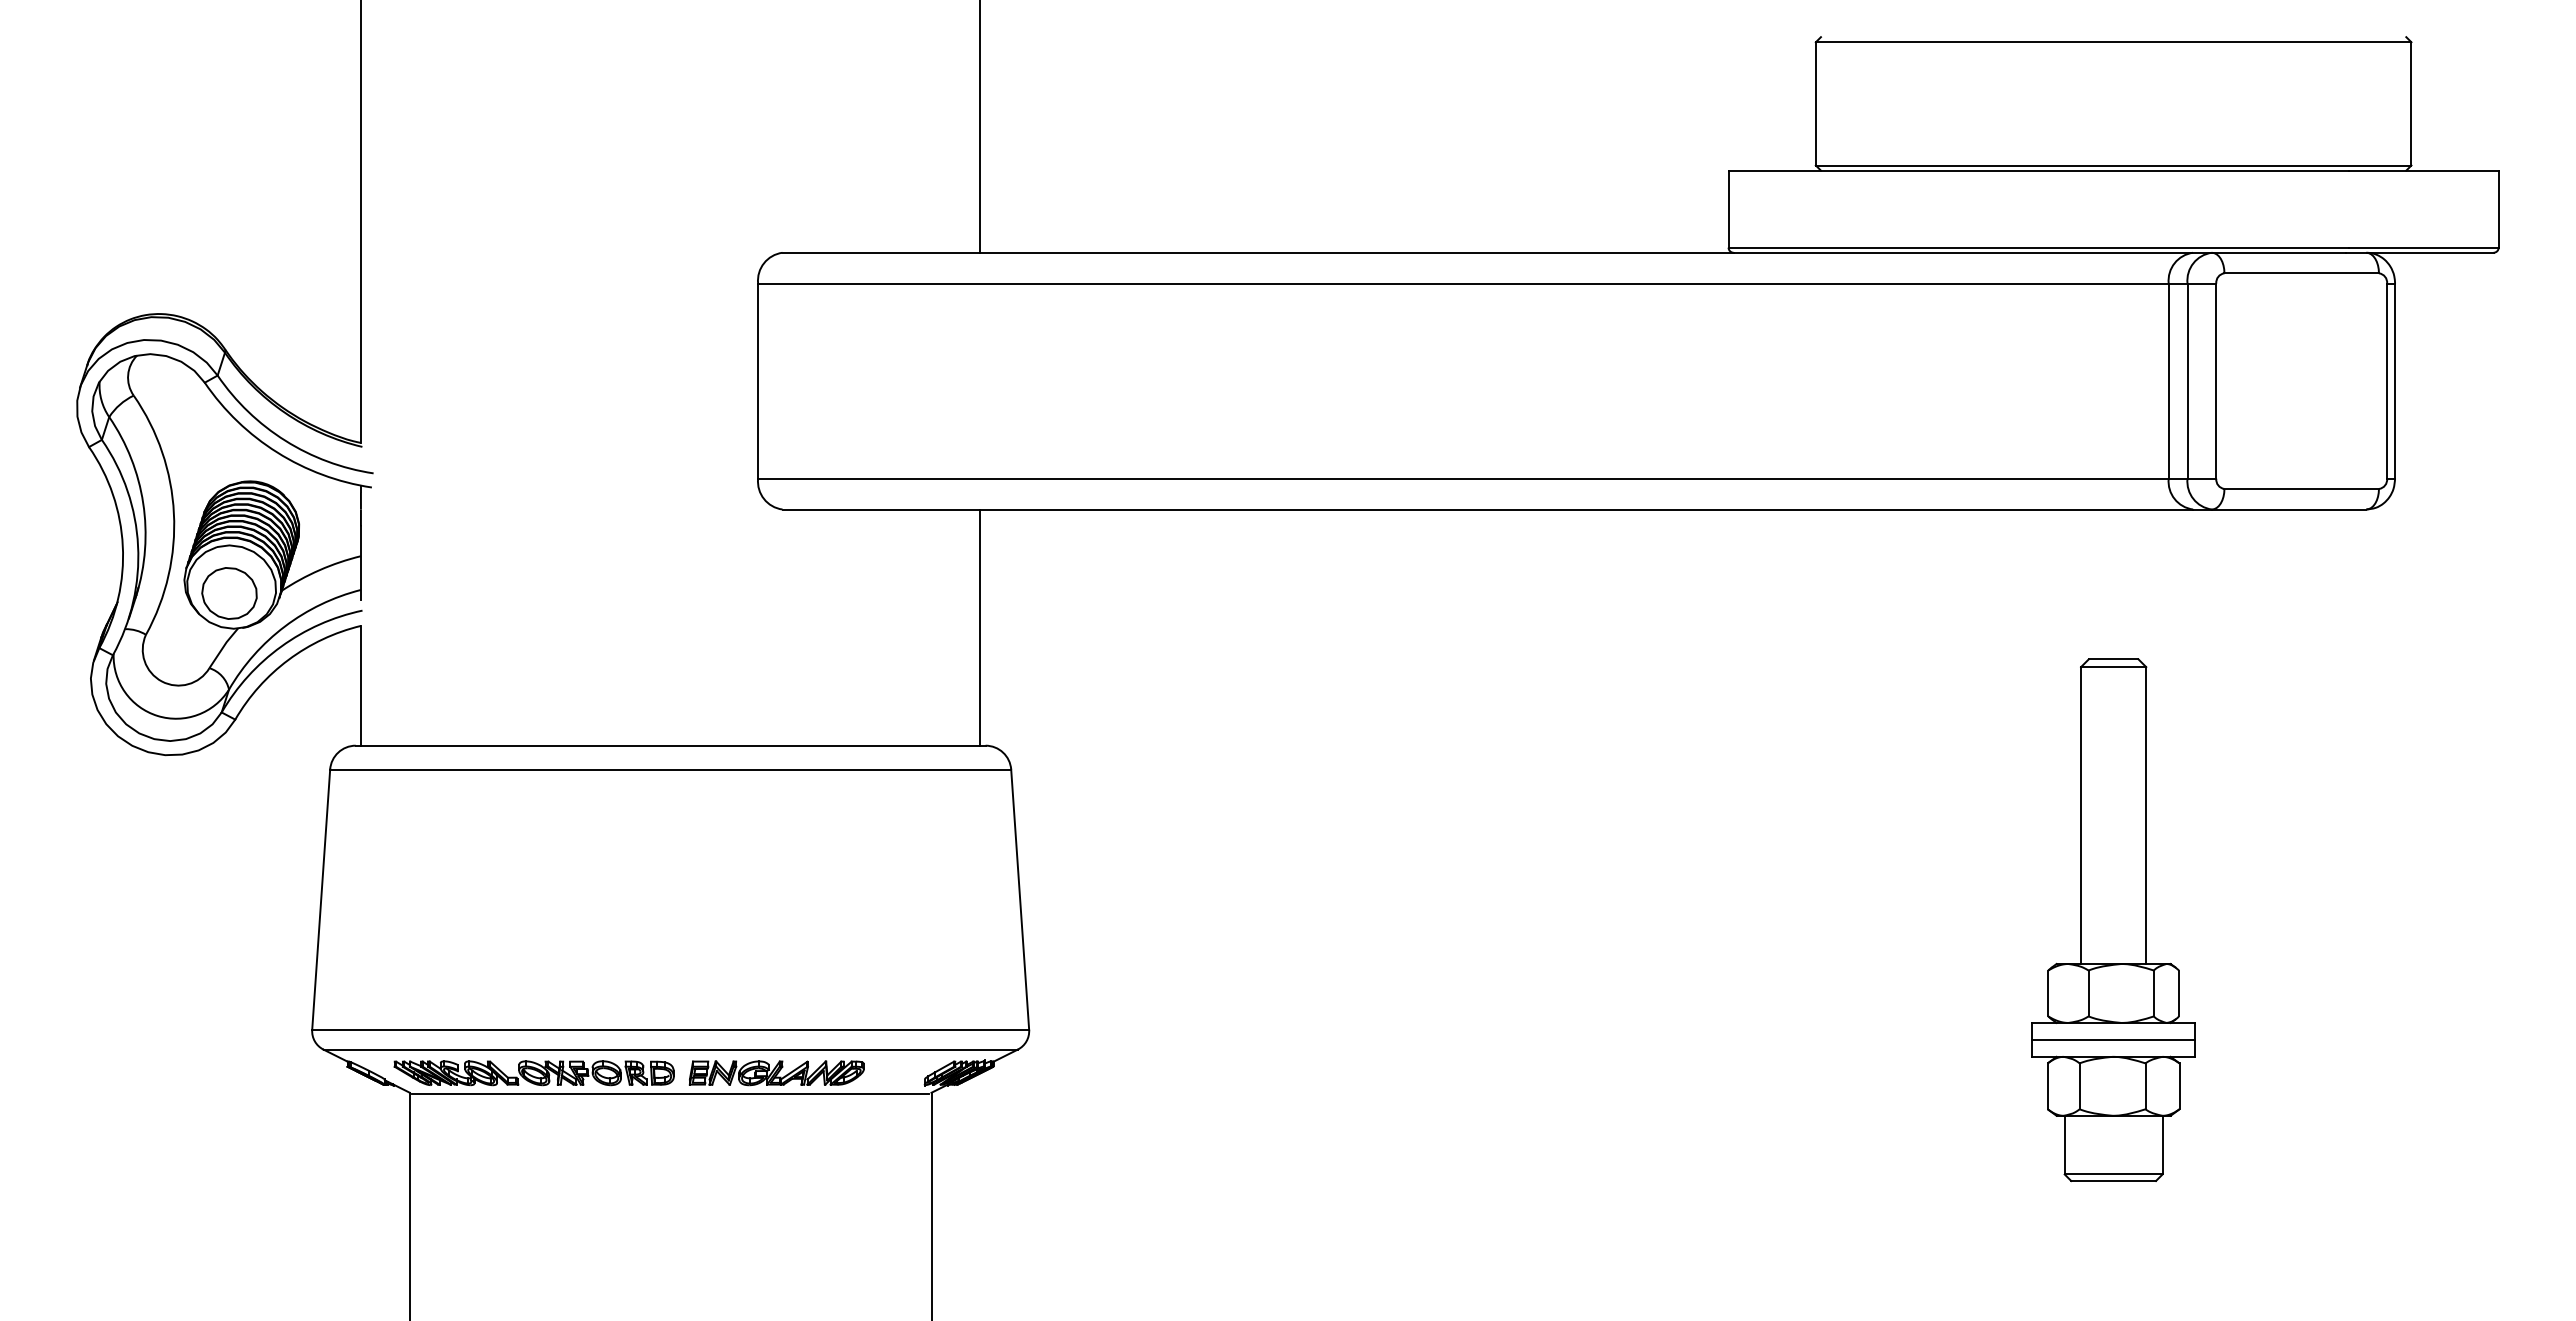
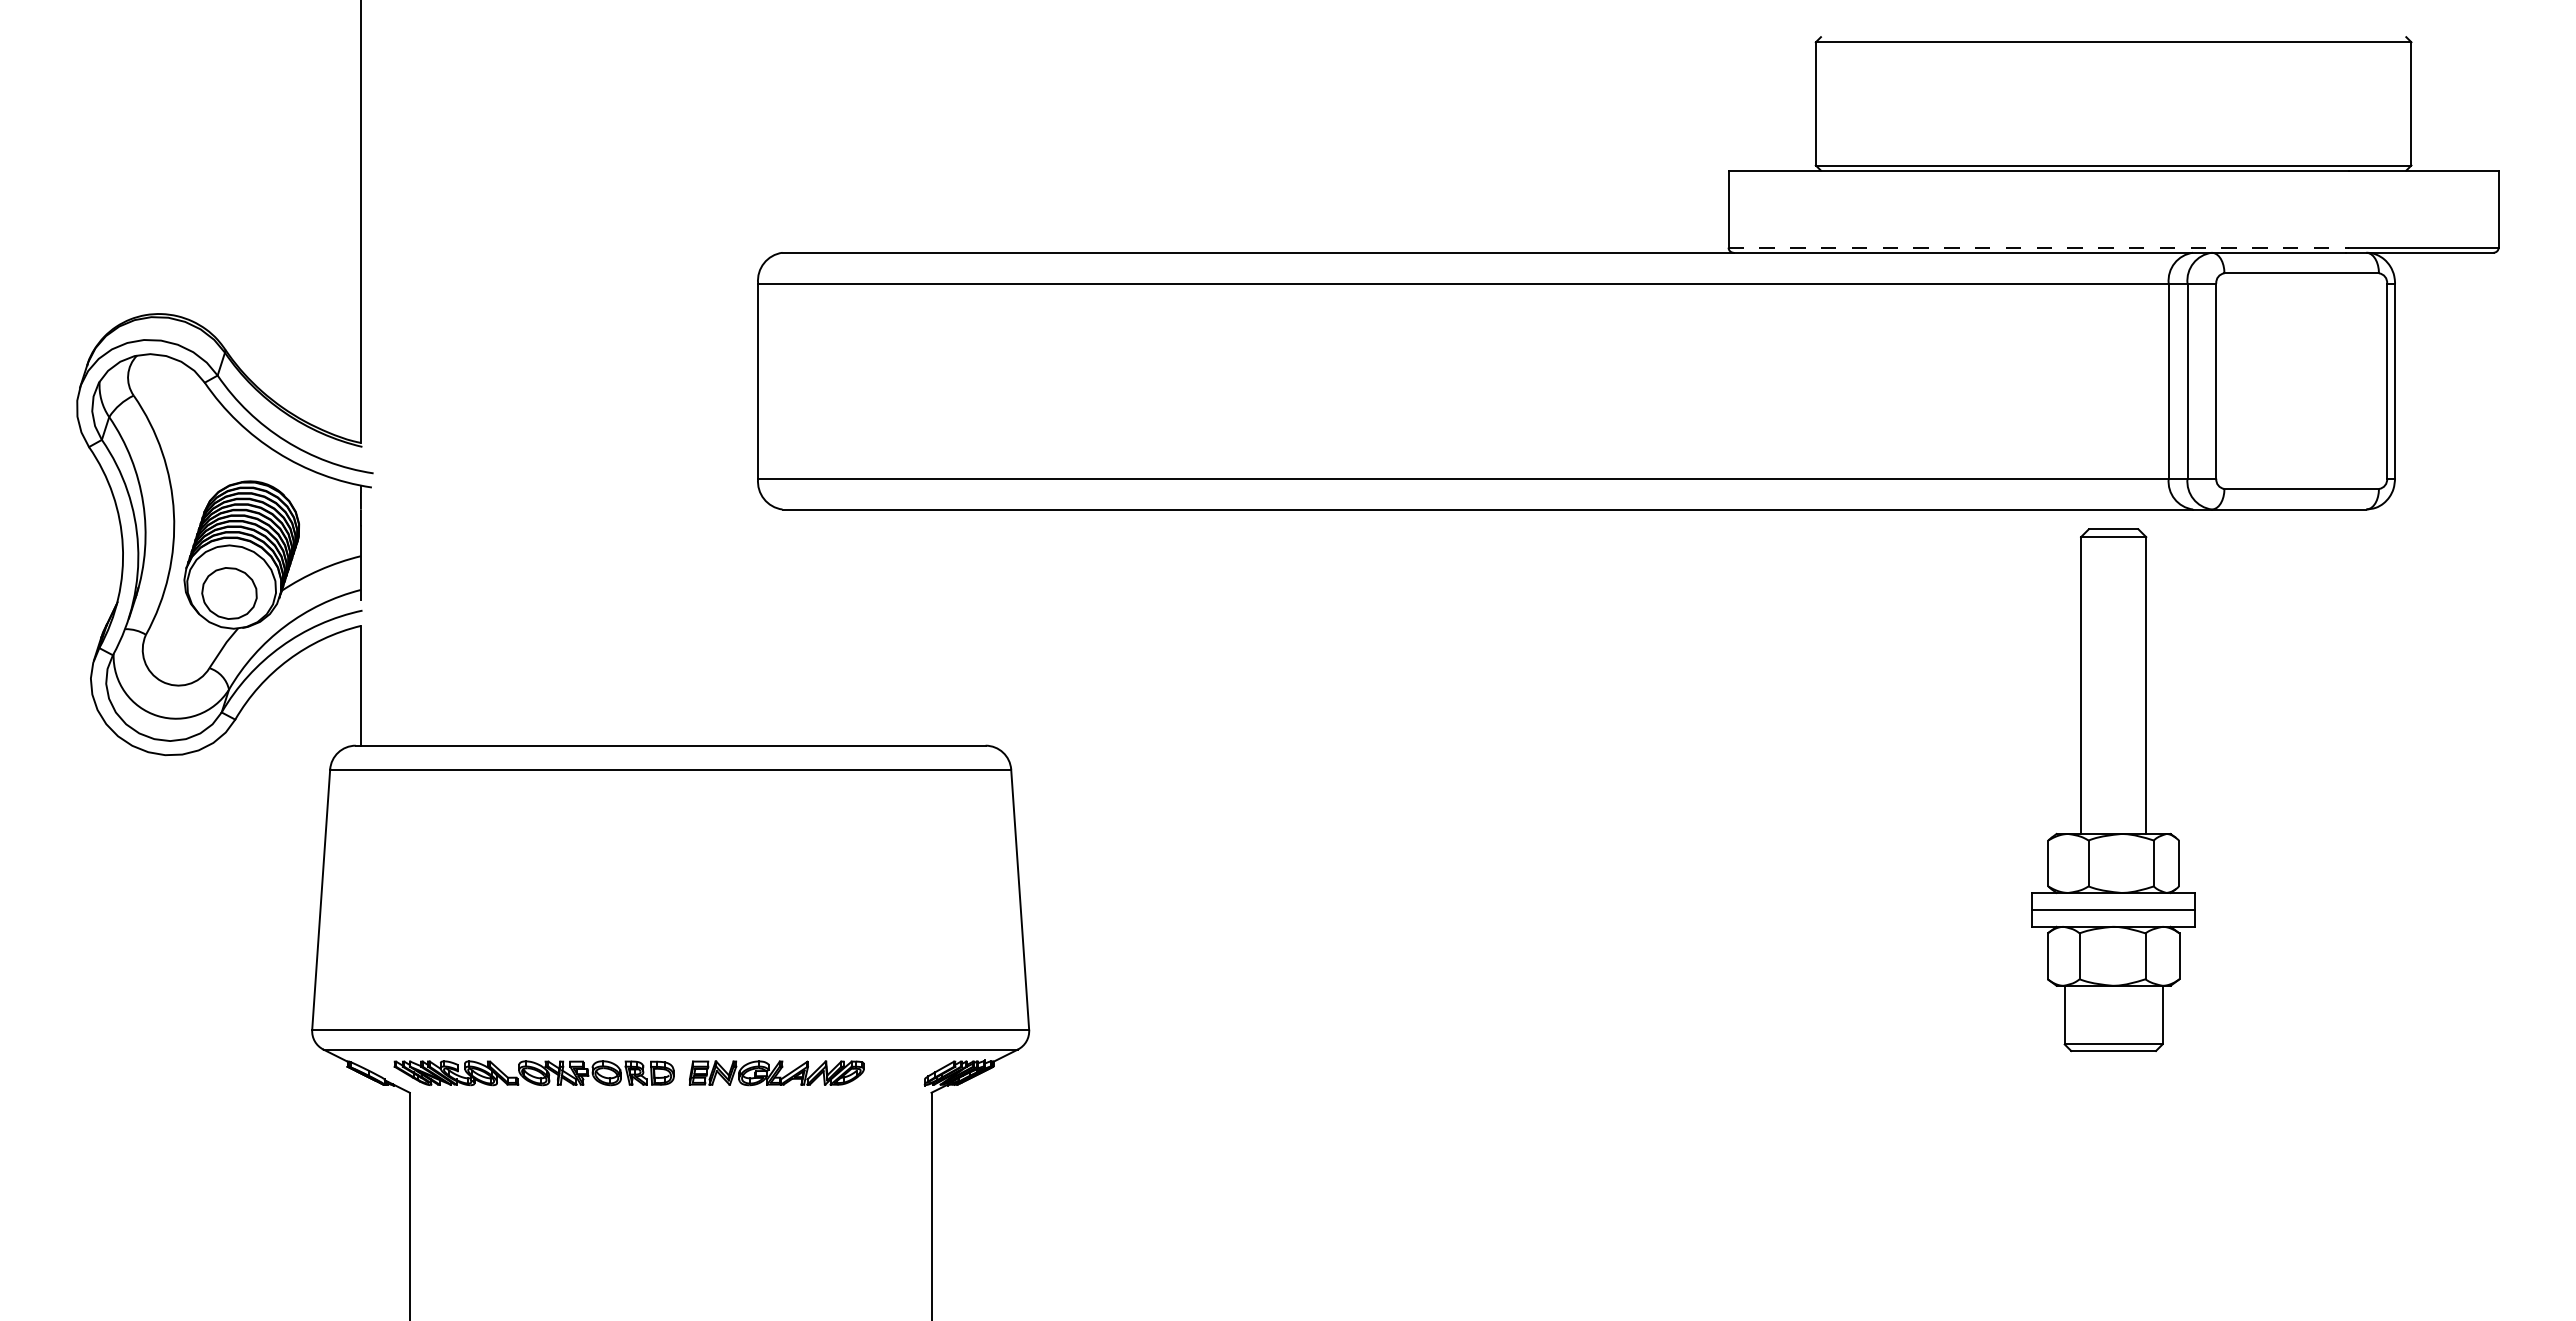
line at (980, 127): present -> none
line at (2039, 247): solid -> dashed
line at (980, 627): present -> none
part at (2113, 920) position: (2113, 920) -> (2113, 790)
line at (670, 1094): present -> none
